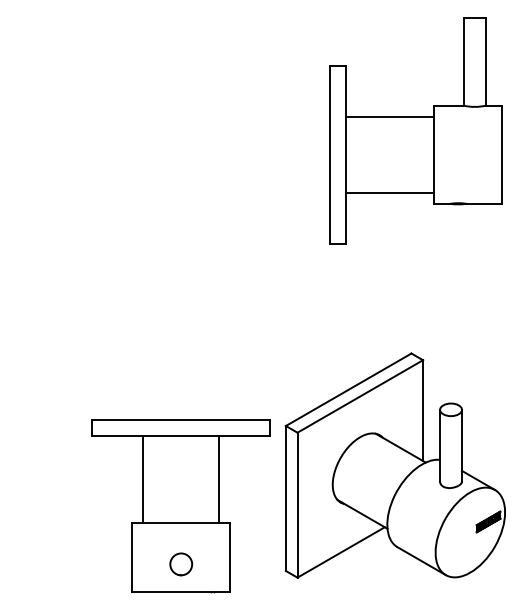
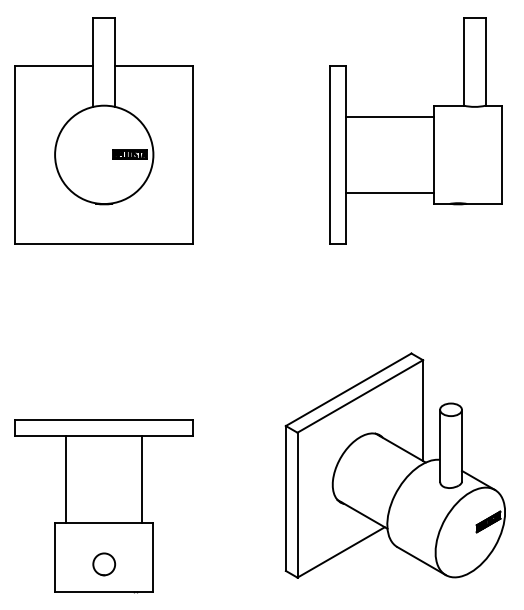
part at (103, 130): none -> present
part at (180, 506) position: (180, 506) -> (103, 506)
